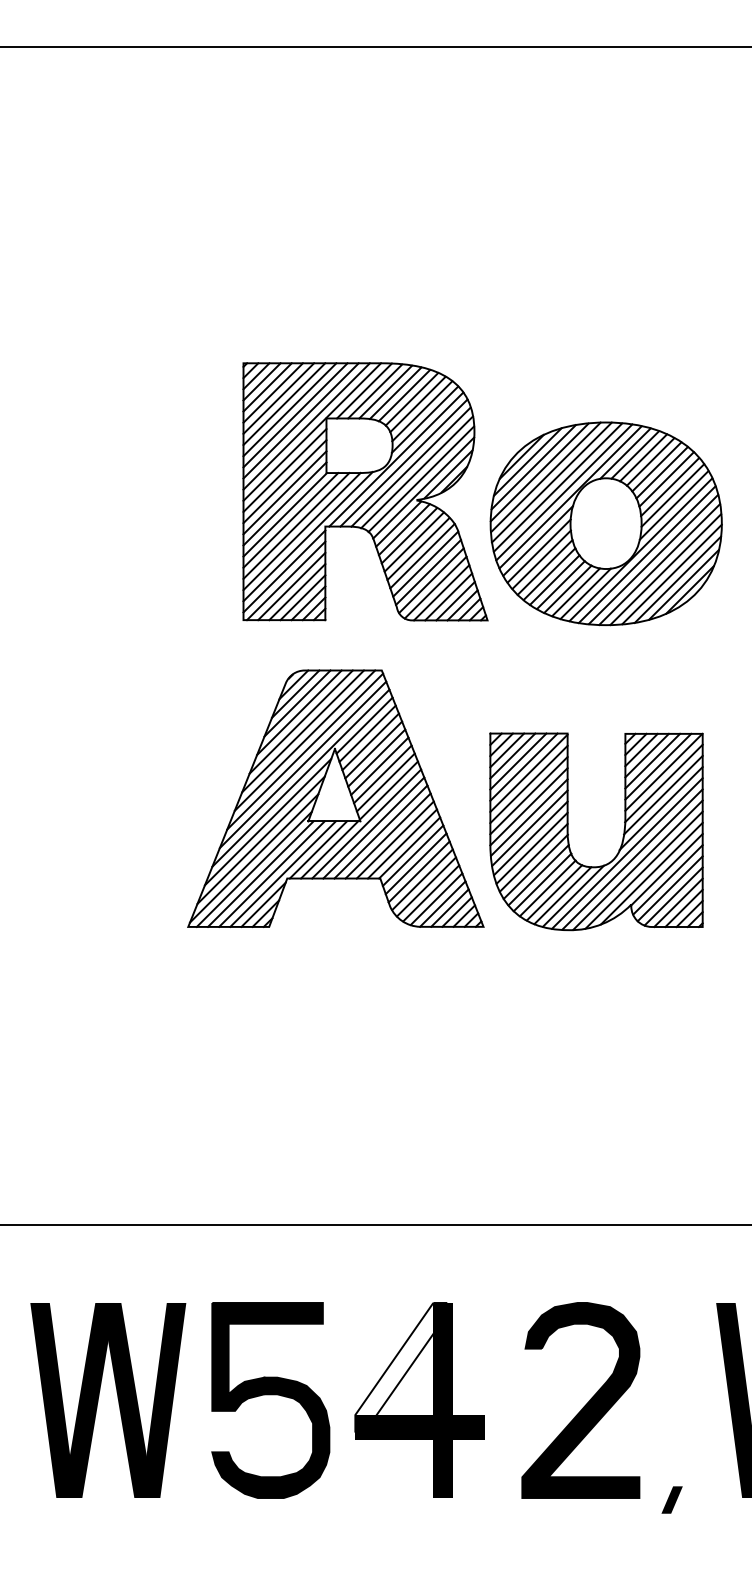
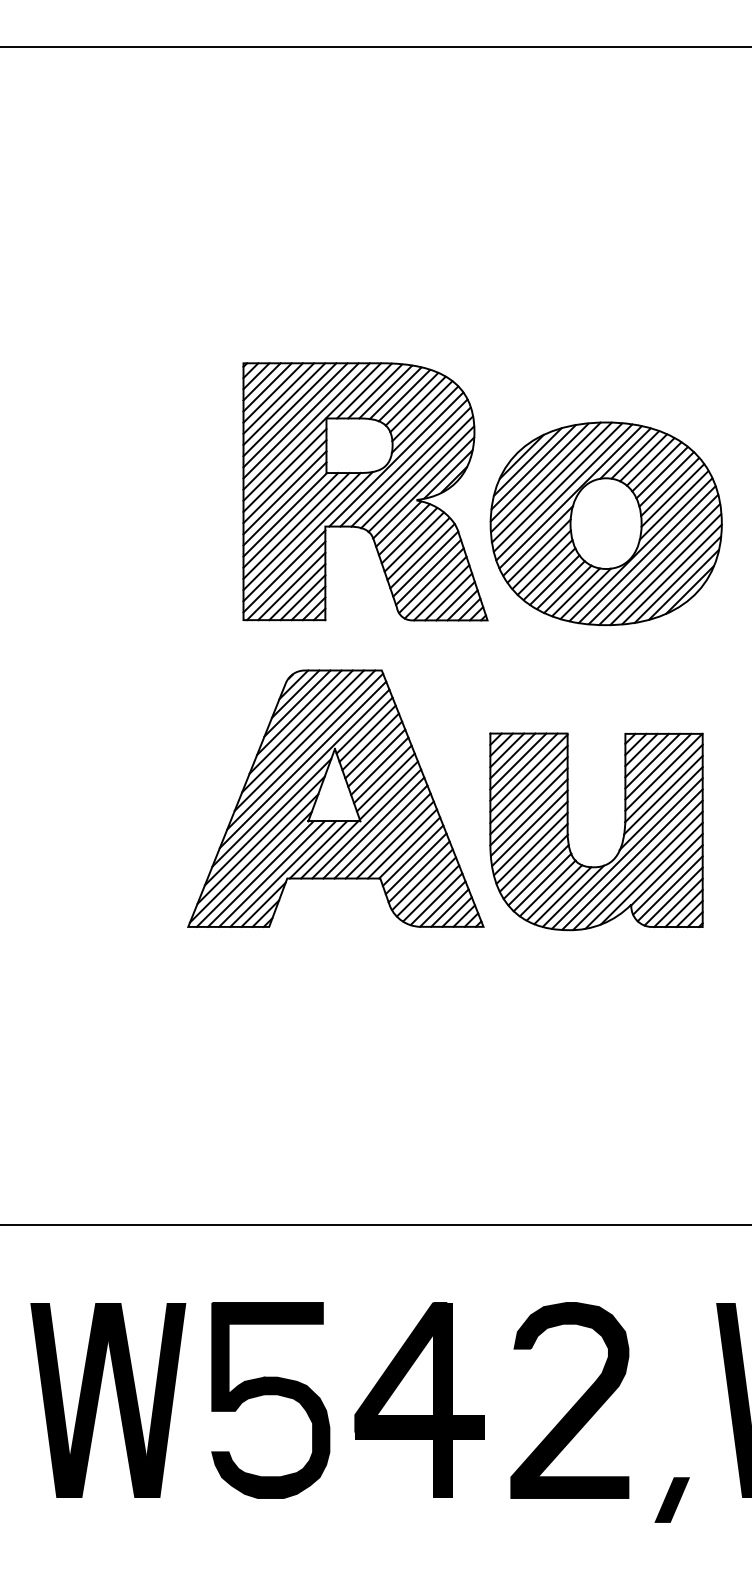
fill at (400, 1366): none -> present
part at (585, 1404) position: (585, 1404) -> (574, 1404)
part at (671, 1499) size: 22x28 px -> 36x46 px
